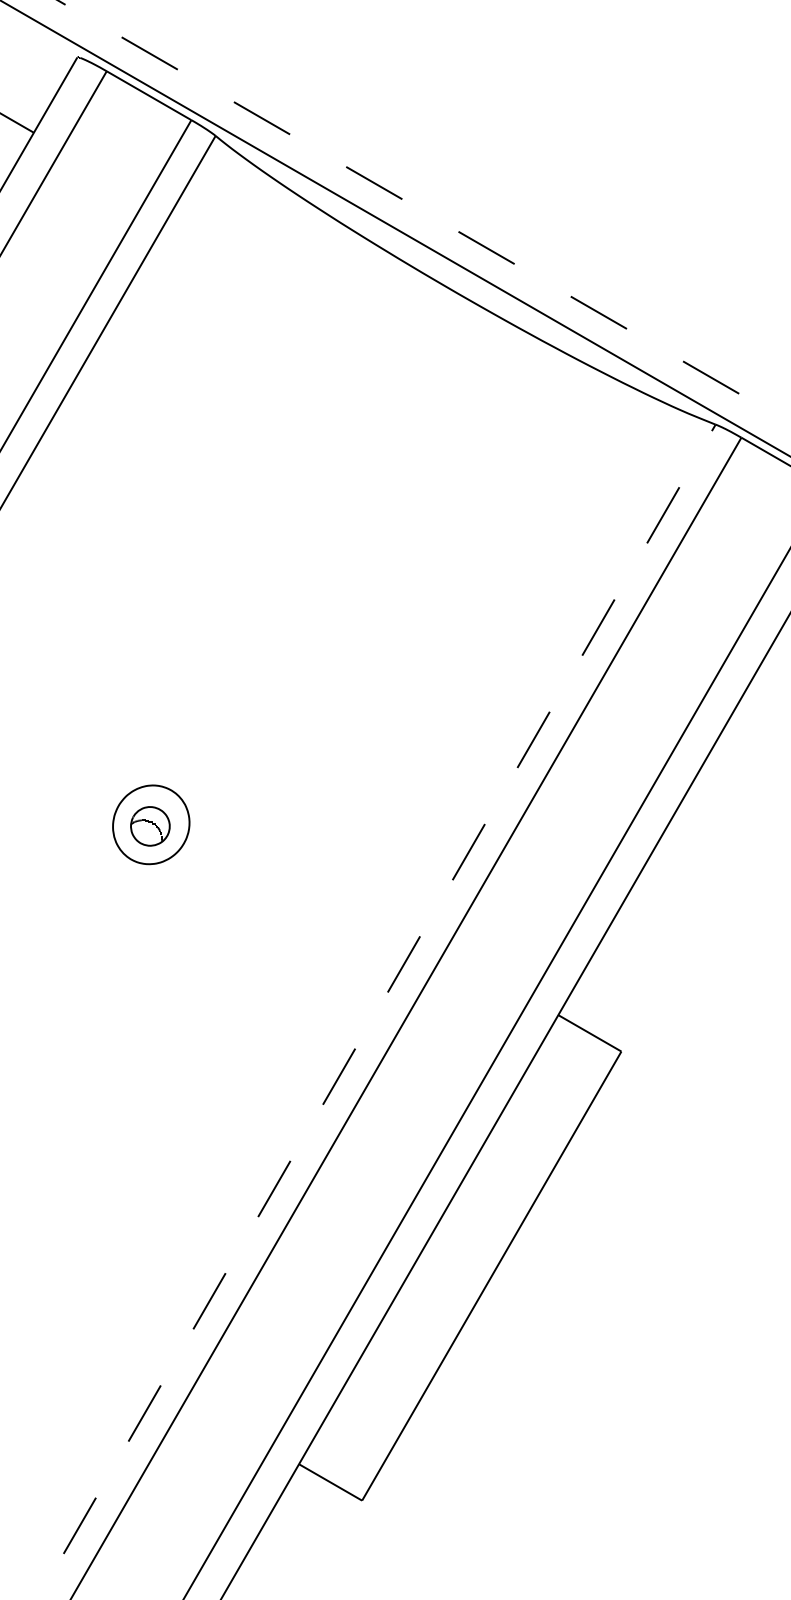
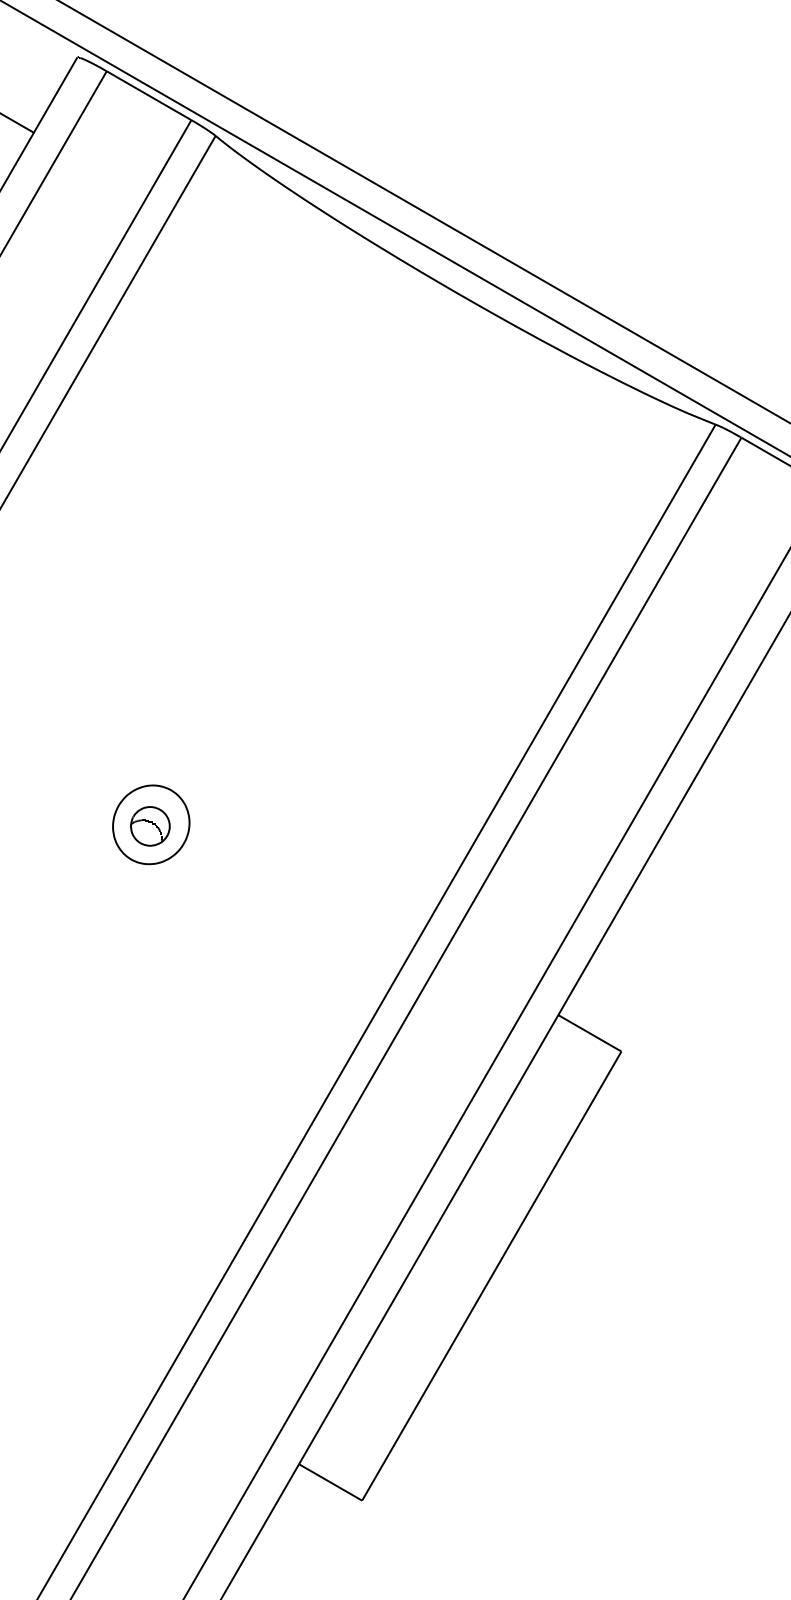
line at (423, 211): dashed -> solid
line at (376, 1011): dashed -> solid
